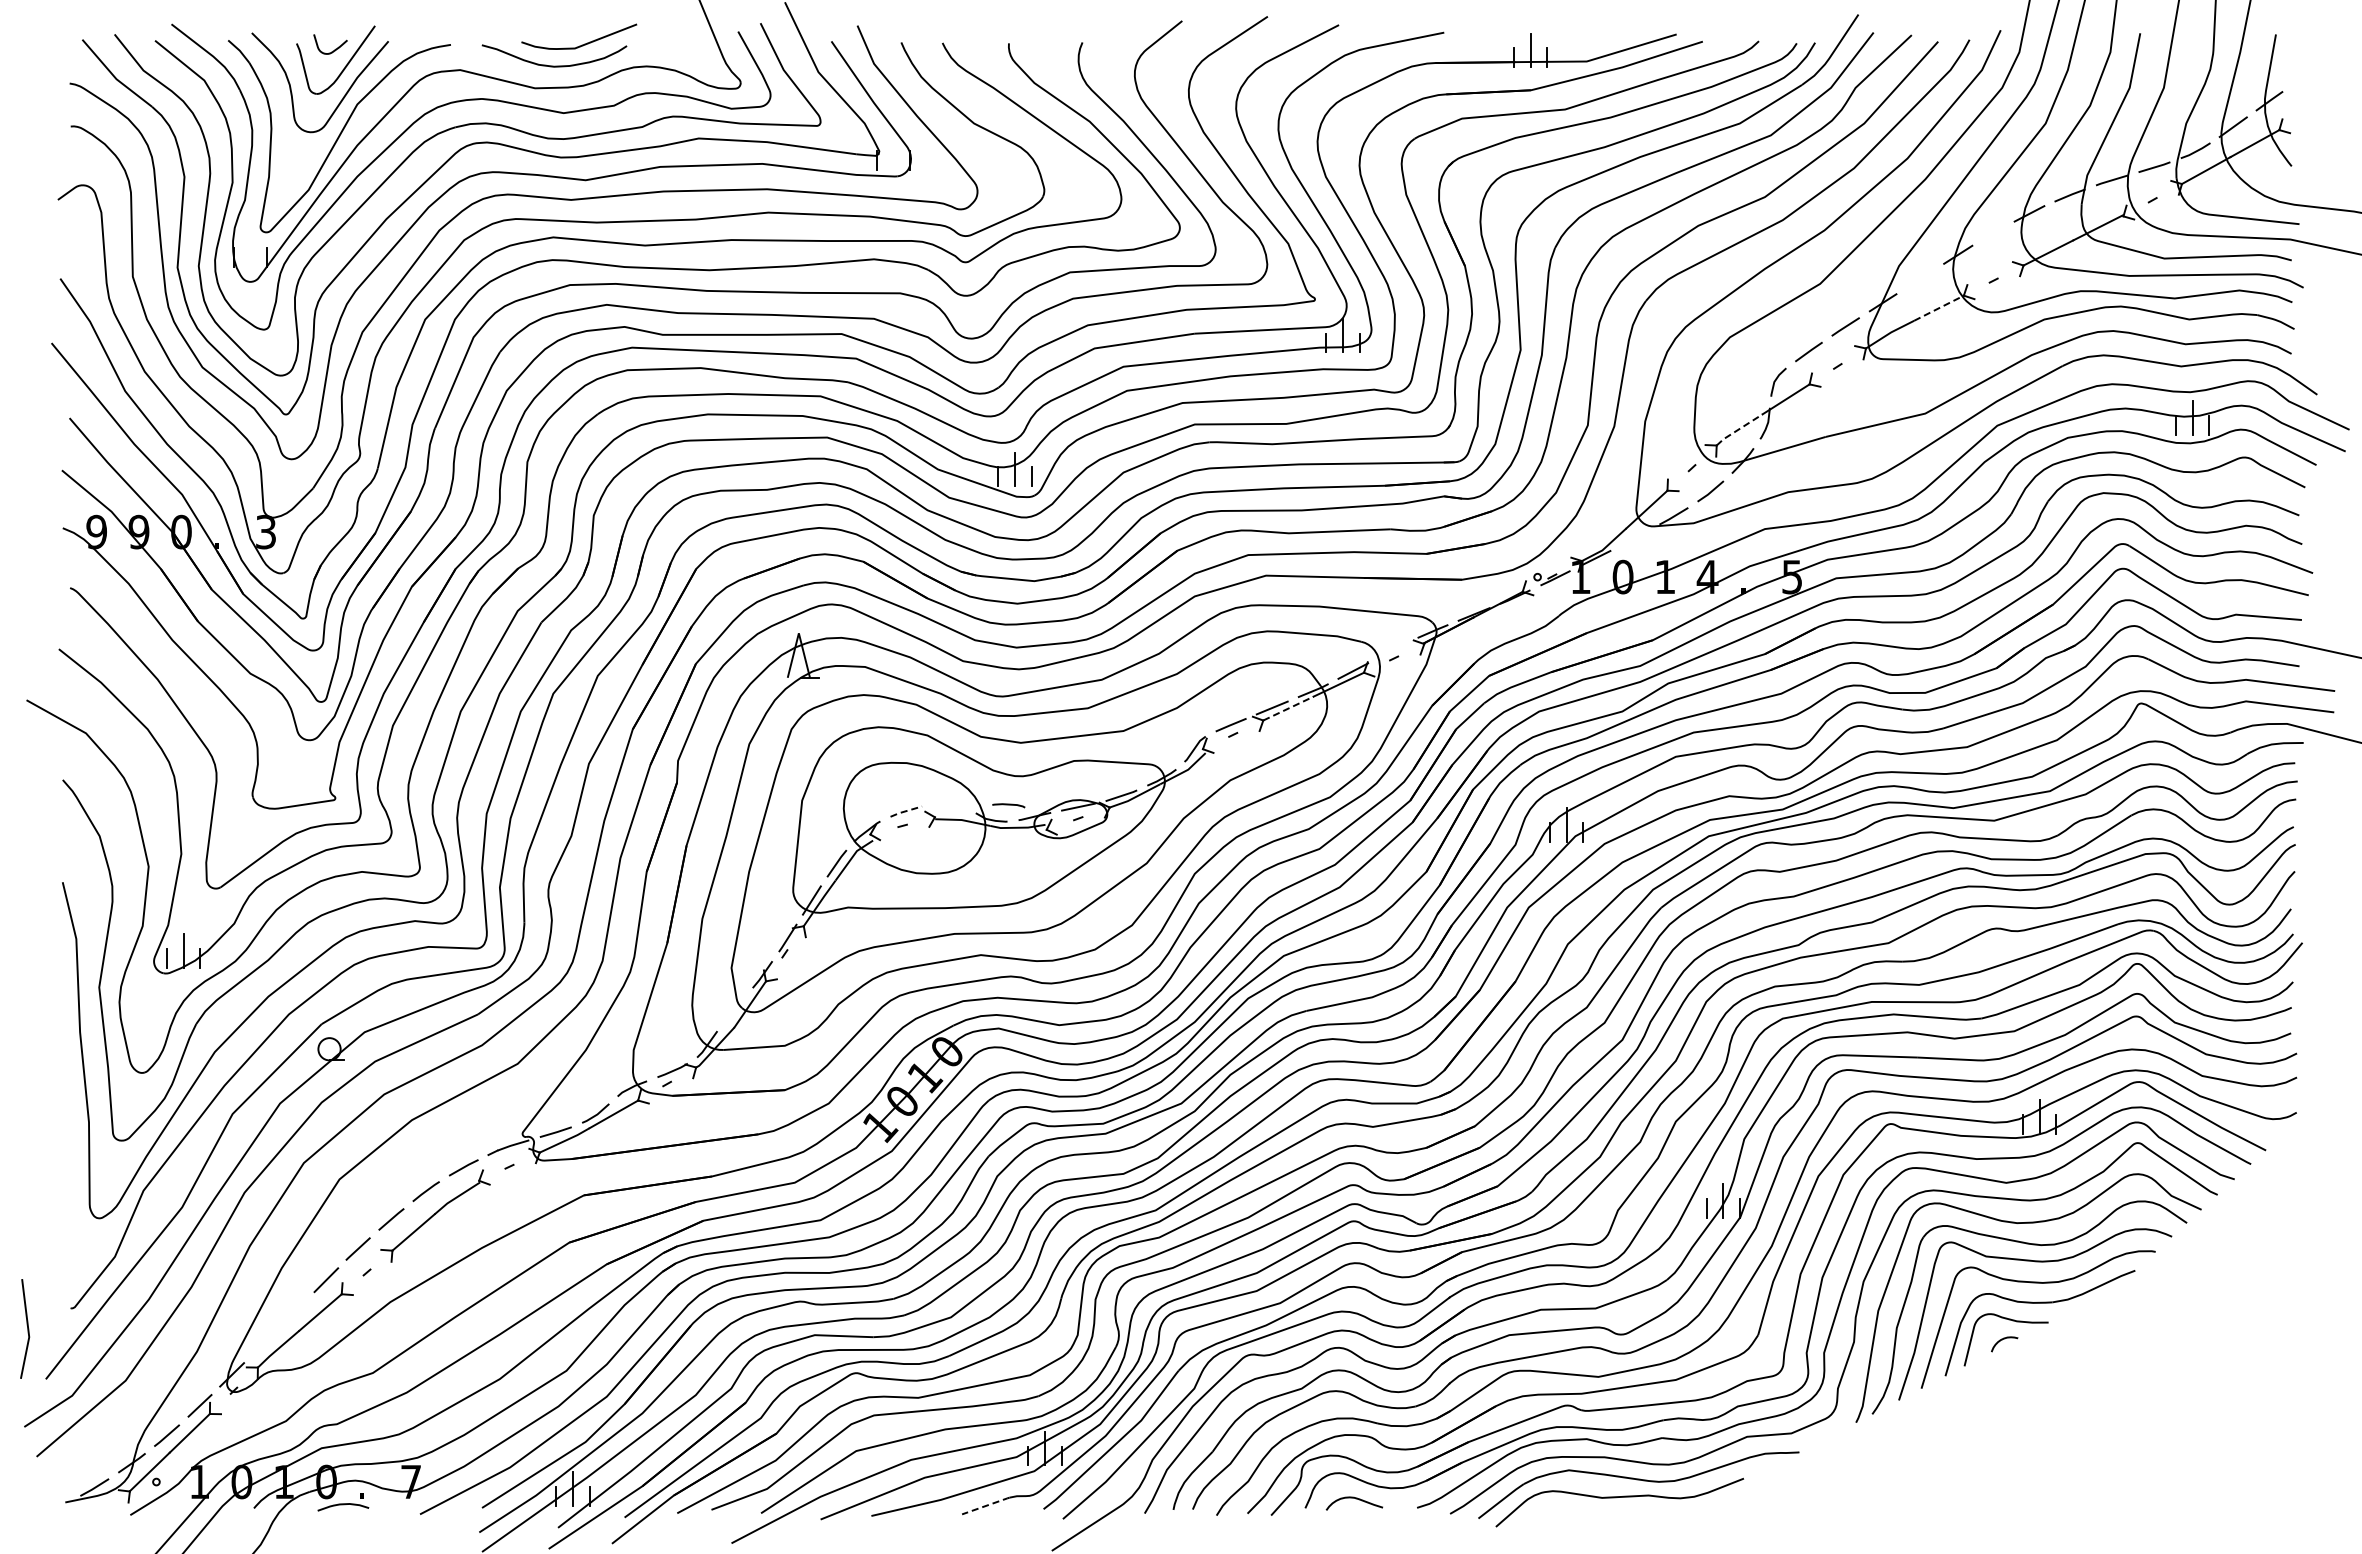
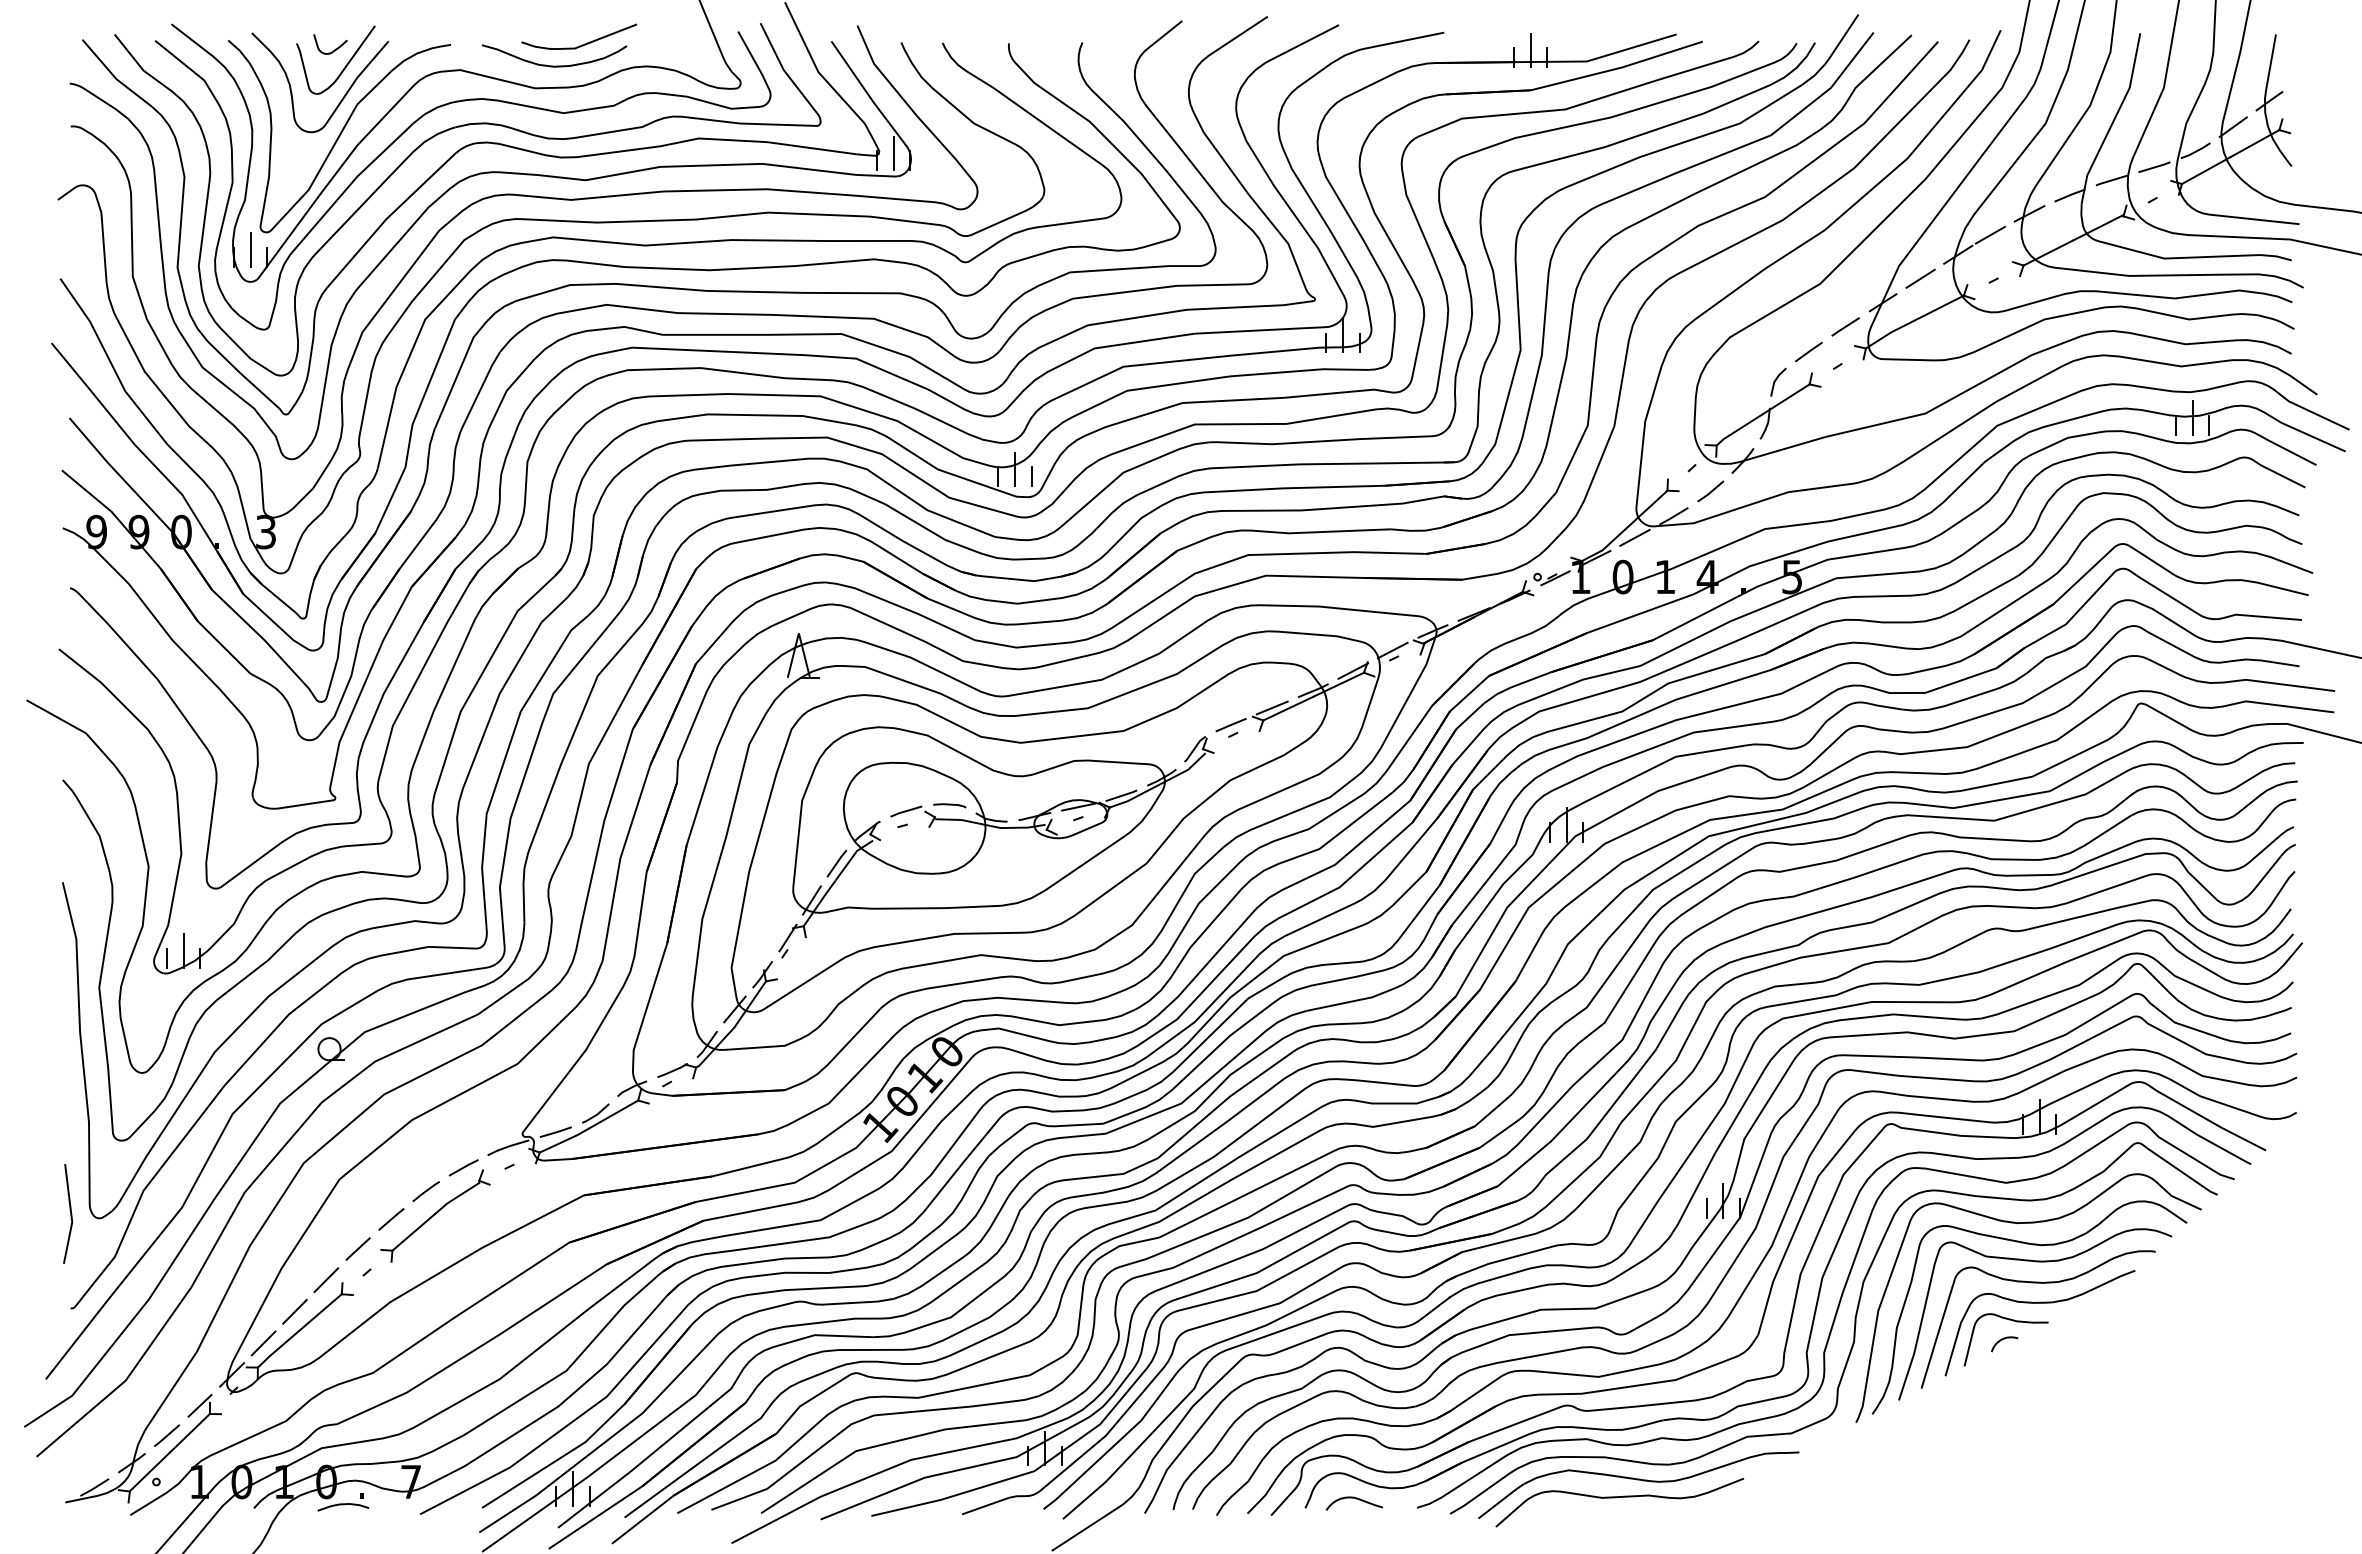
line at (893, 153): none -> present
line at (1989, 234): none -> present
line at (250, 249): none -> present
line at (1920, 278): none -> present
line at (1939, 308): dashed -> solid
line at (1738, 429): dashed -> solid
line at (1634, 537): none -> present
line at (1392, 650): none -> present
line at (1288, 708): dashed -> solid
curve at (1008, 805) position: (1008, 805) -> (949, 805)
line at (906, 811): dashed -> solid
line at (734, 1009): none -> present
line at (294, 1311): none -> present
line at (27, 1328) position: (27, 1328) -> (70, 1213)
line at (263, 1343): none -> present
line at (986, 1505): dashed -> solid
